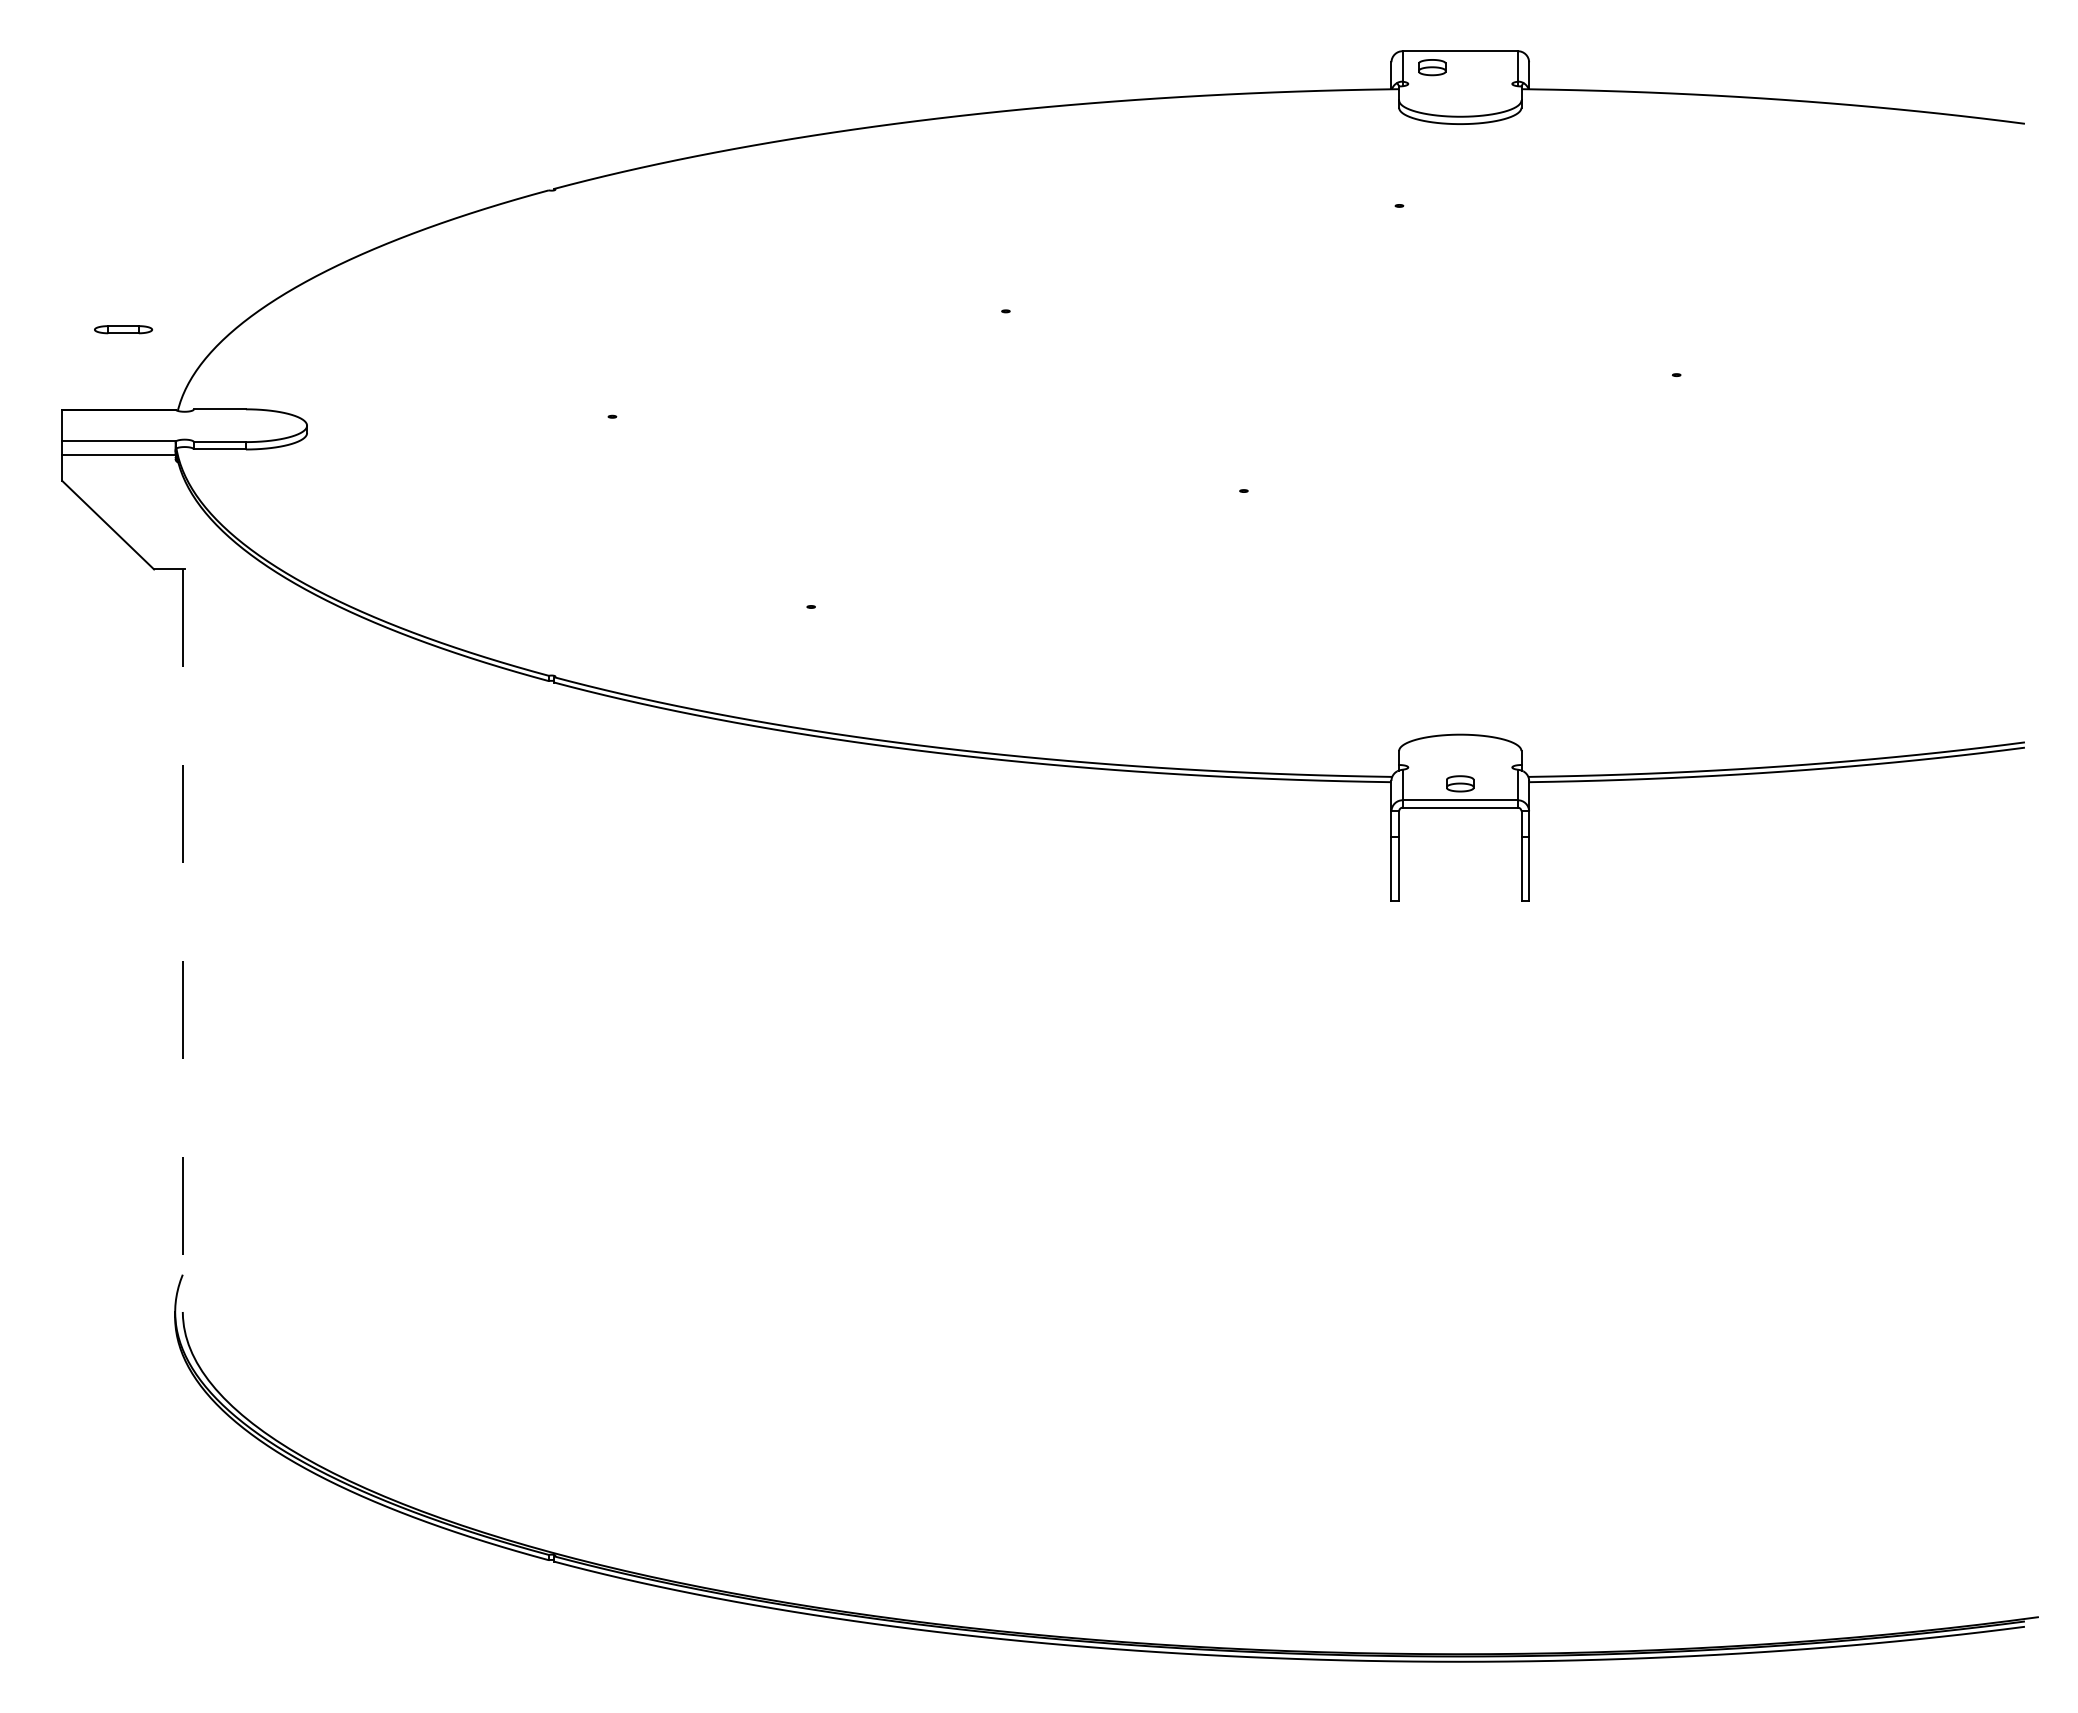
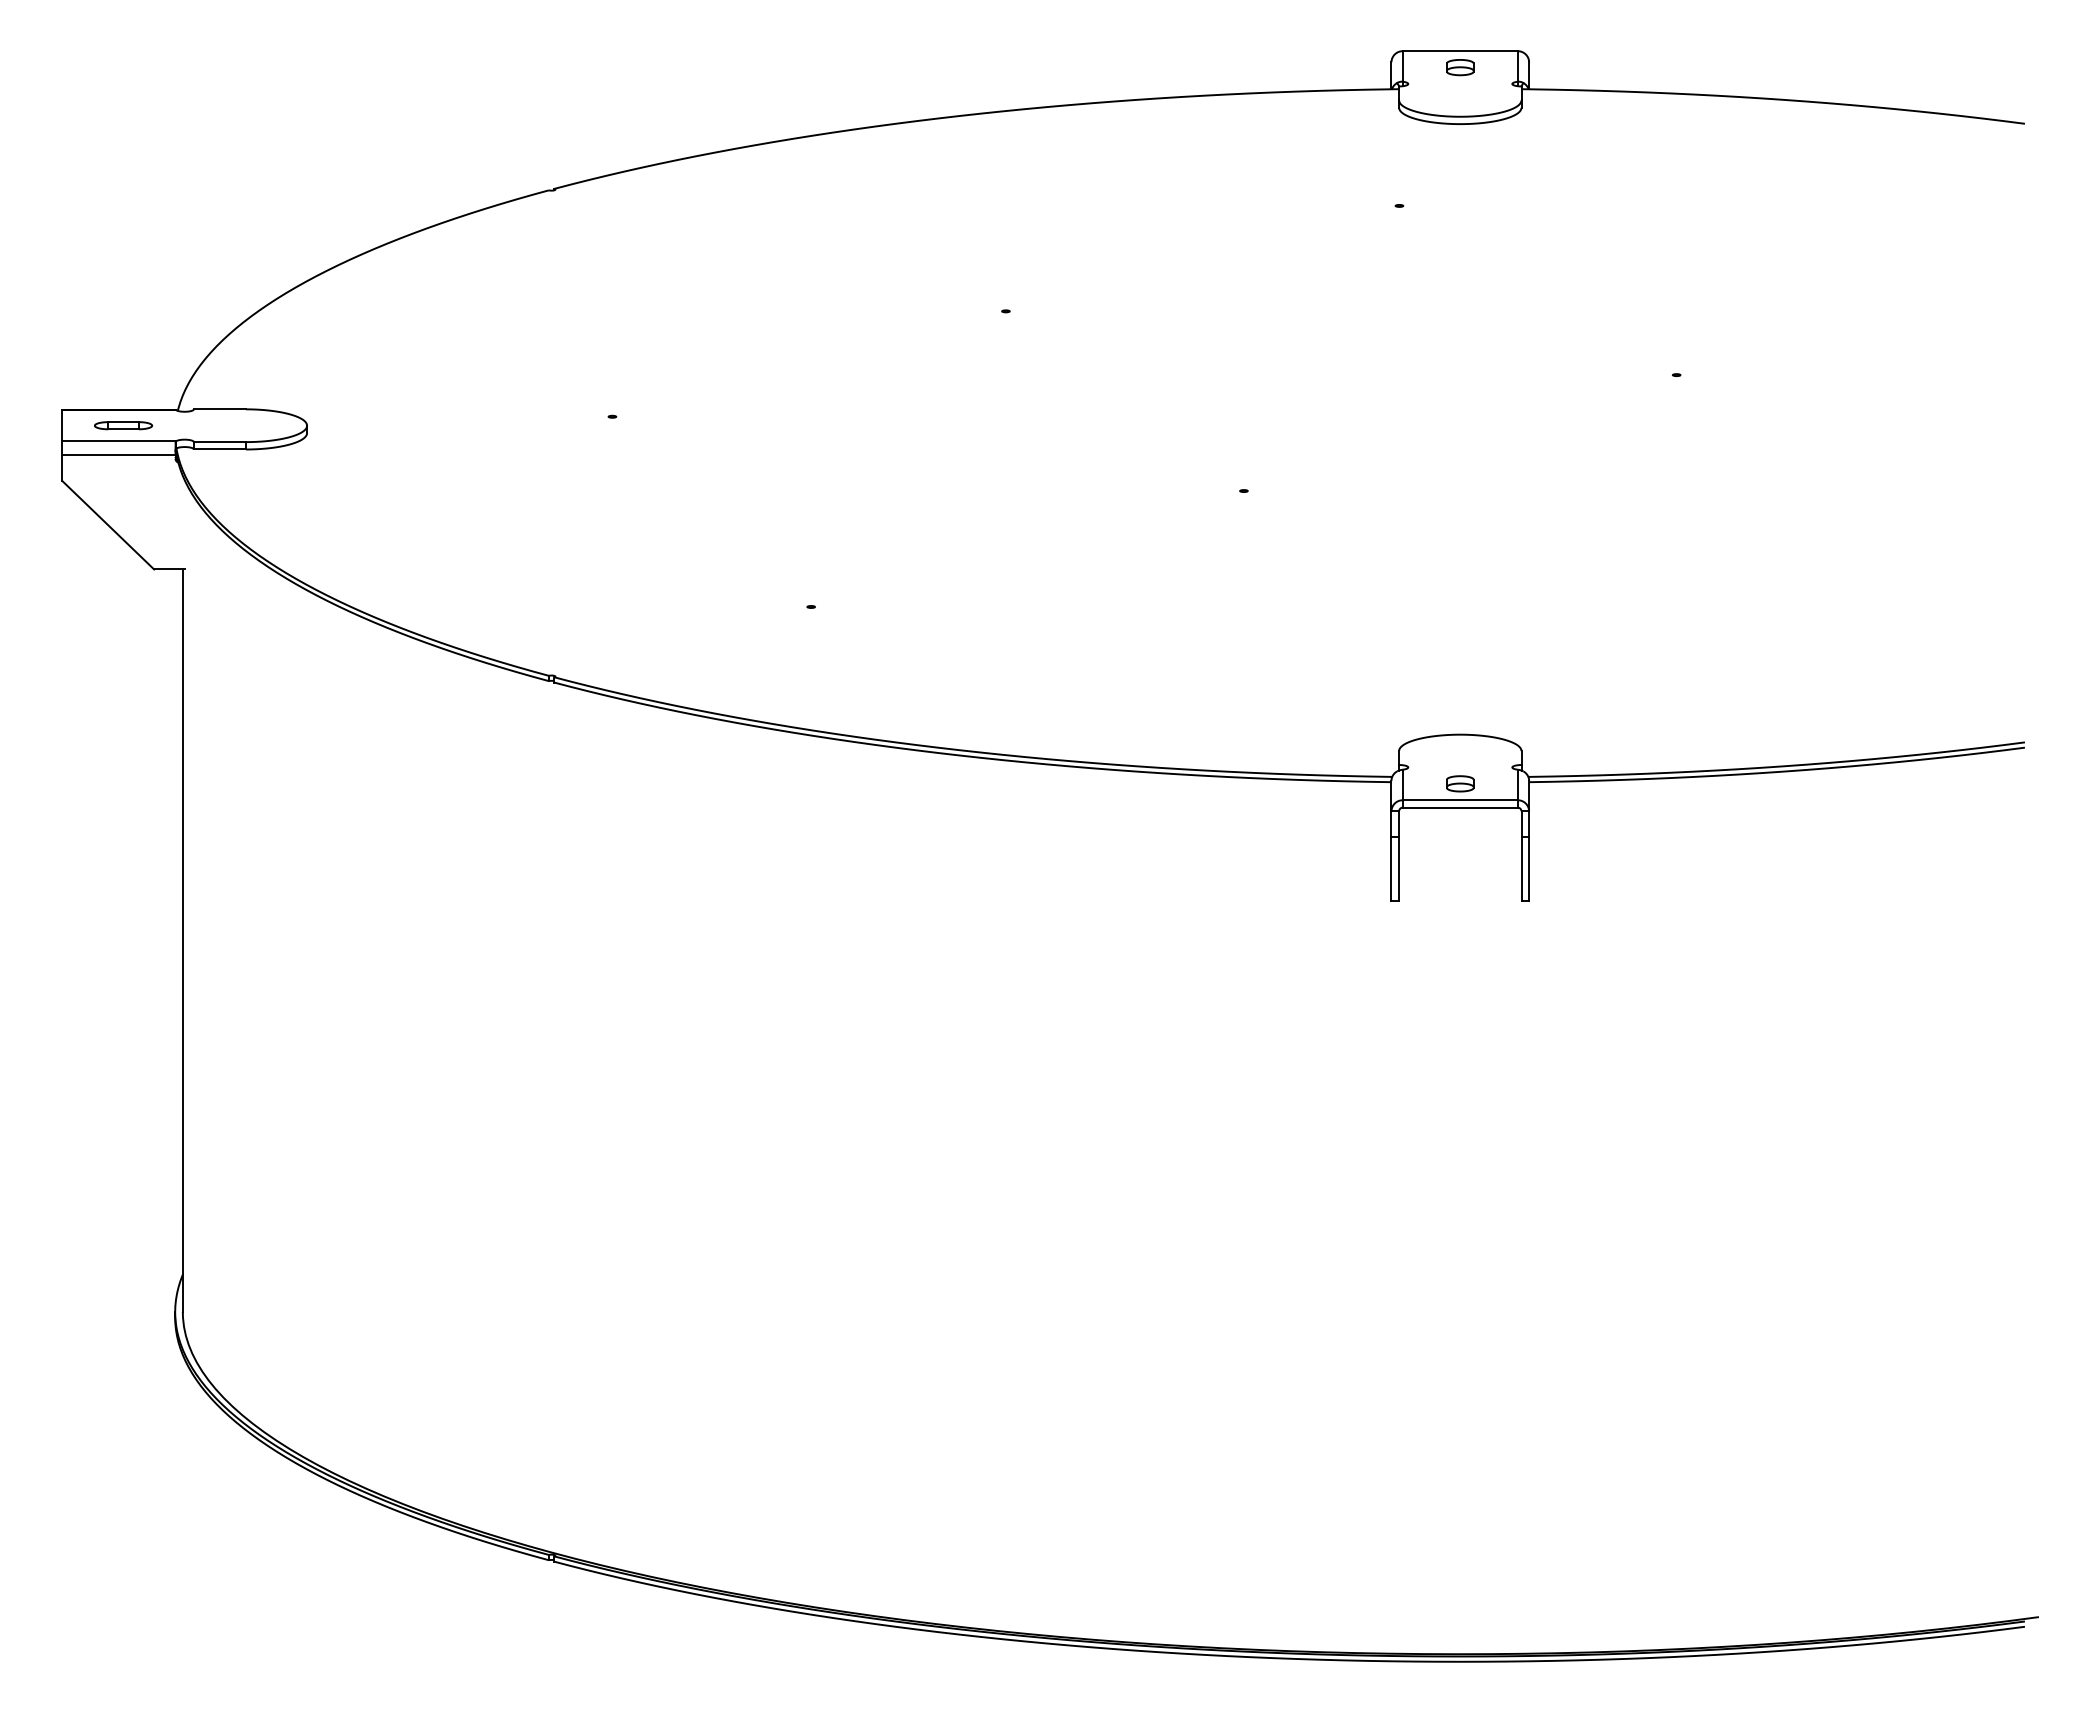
part at (1432, 67) position: (1432, 67) -> (1460, 67)
part at (123, 329) position: (123, 329) -> (123, 425)
line at (182, 941): dashed -> solid
